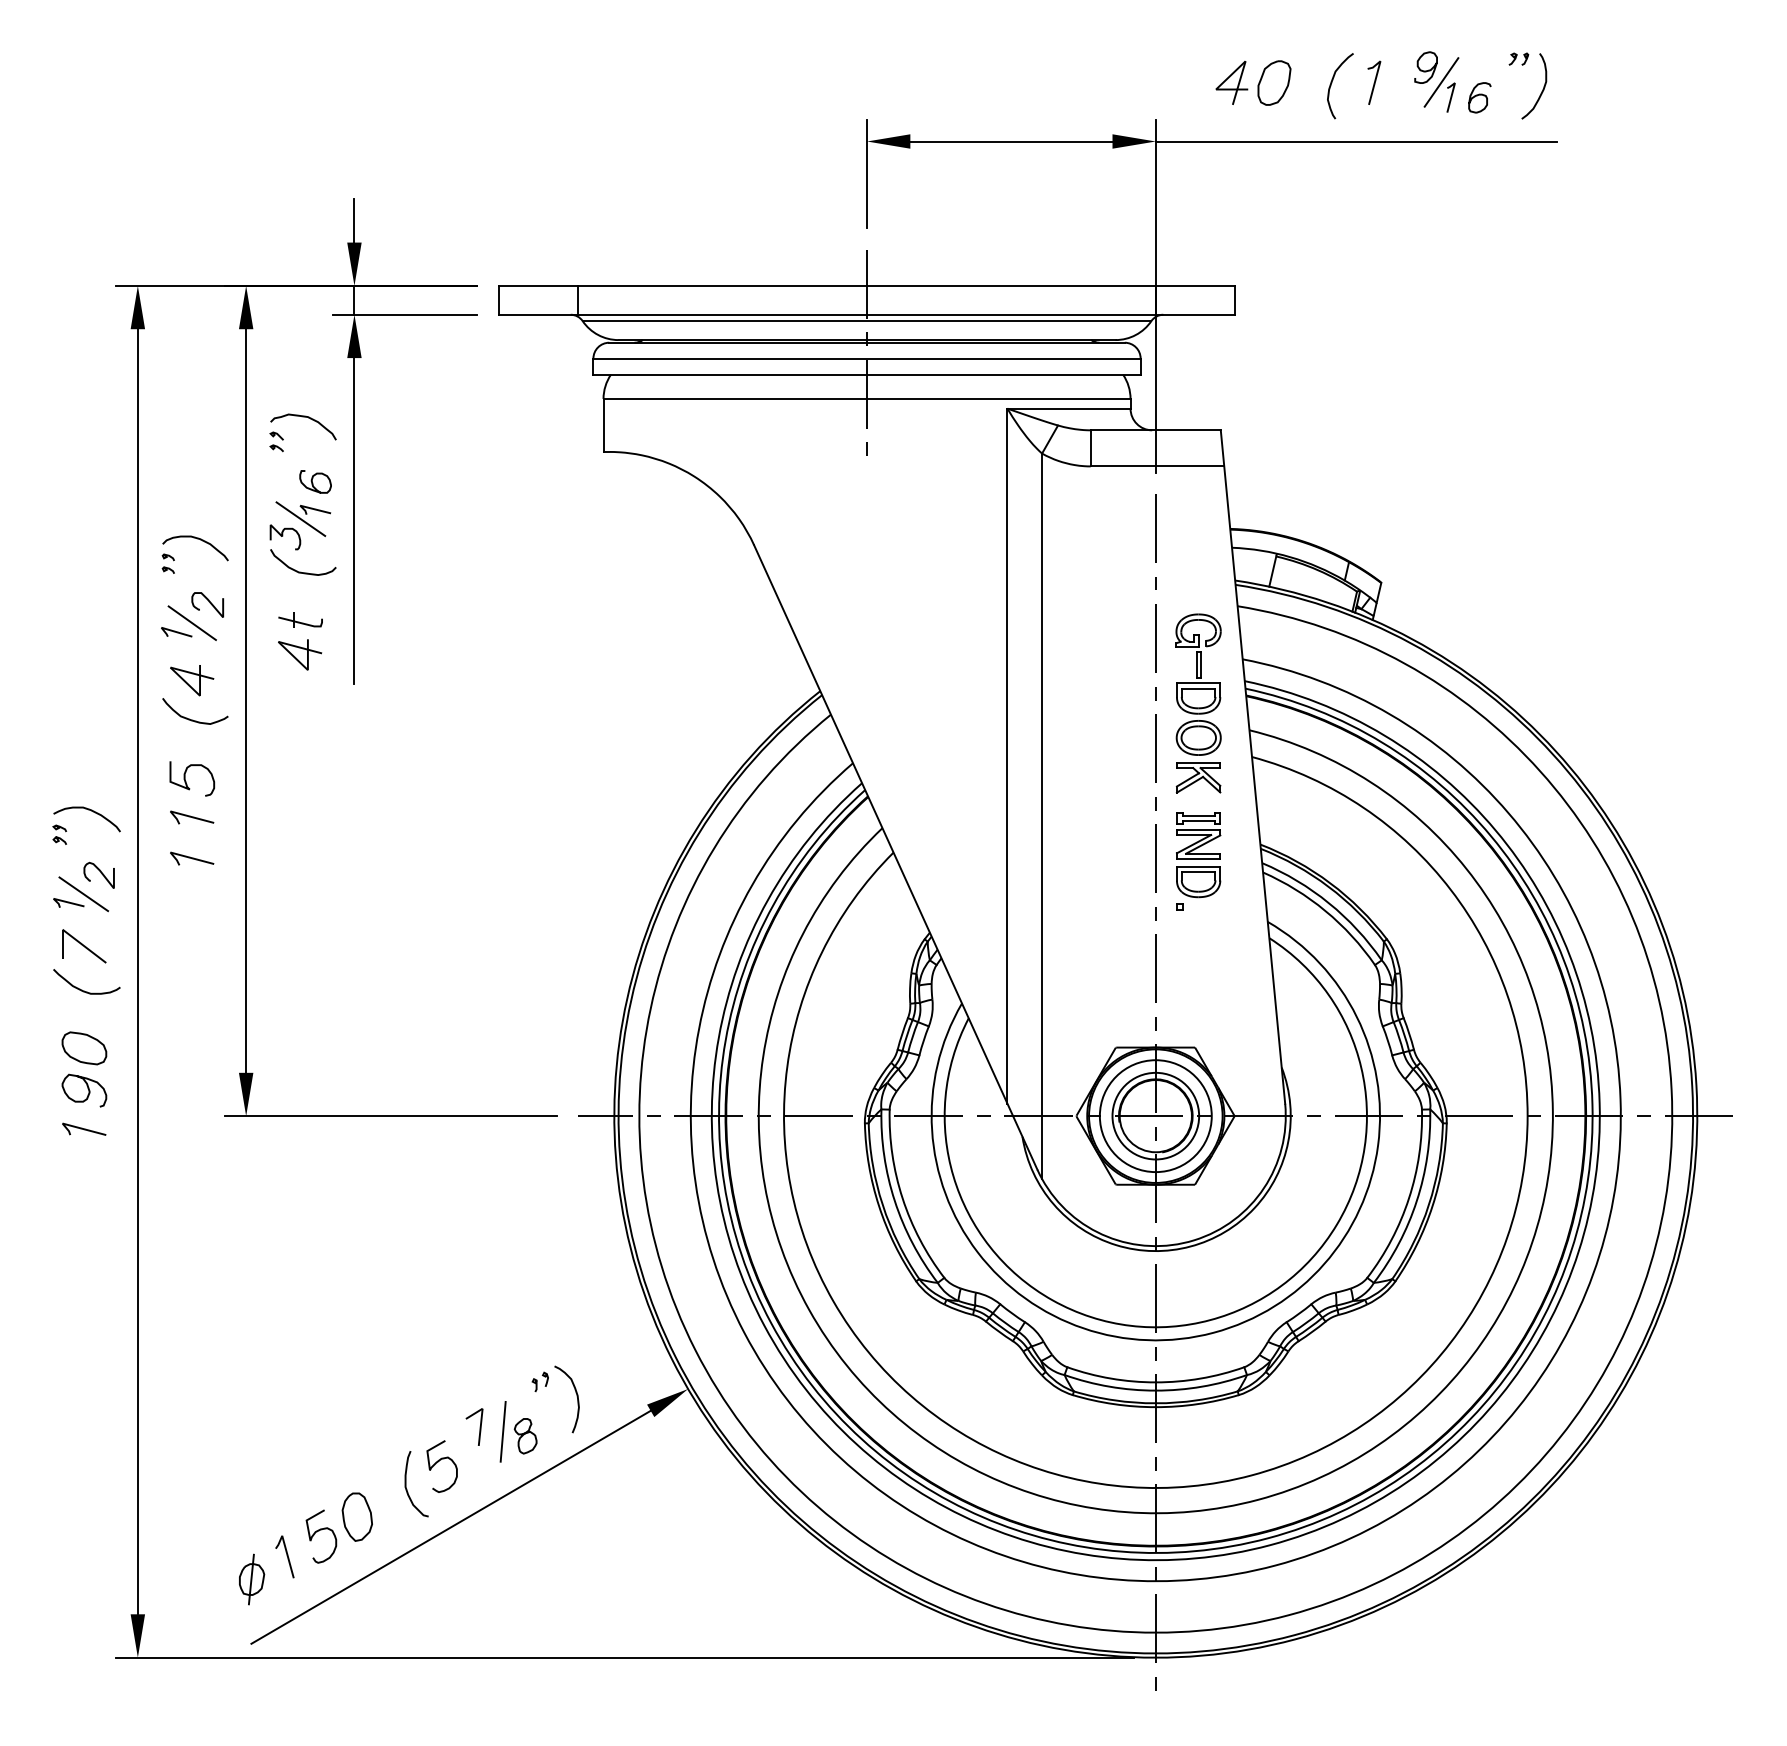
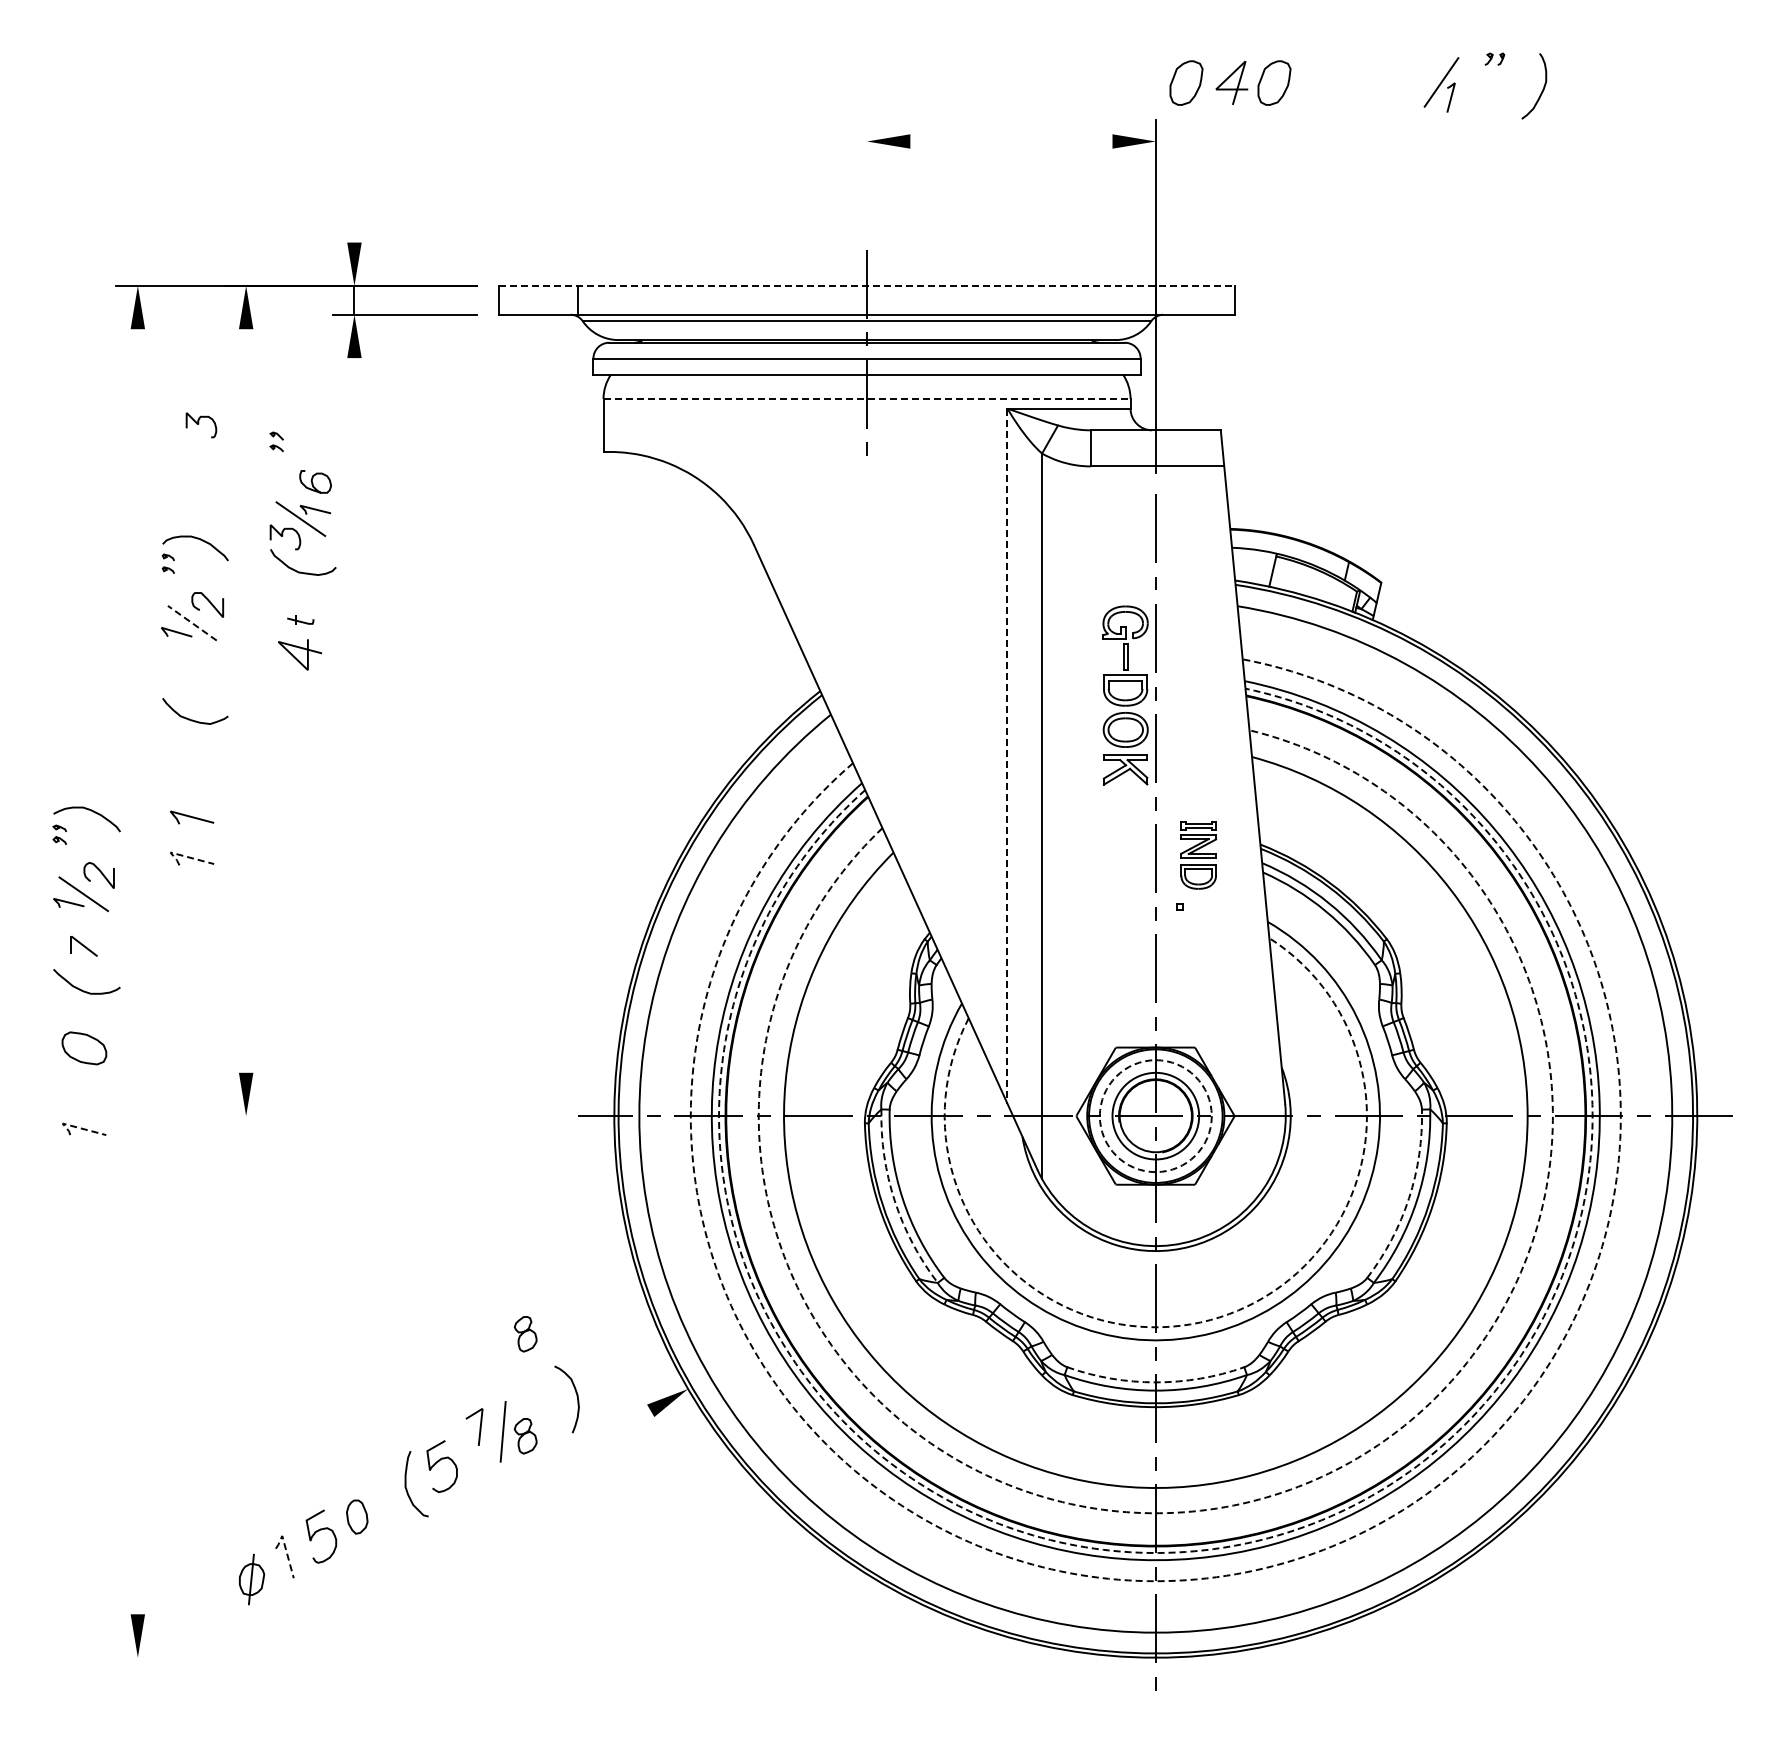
part at (1518, 58) position: (1518, 58) -> (1494, 58)
curve at (1425, 70): present -> none
part at (1186, 82): none -> present
line at (1374, 82): present -> none
curve at (1332, 83): present -> none
curve at (1479, 95): present -> none
line at (1011, 141): present -> none
line at (1355, 141): present -> none
line at (867, 173): present -> none
line at (354, 220): present -> none
line at (867, 285): solid -> dashed
line at (867, 398): solid -> dashed
curve at (303, 417): present -> none
curve at (199, 424): none -> present
line at (354, 521): present -> none
part at (300, 619) size: 45x16 px -> 28x10 px
line at (192, 623): solid -> dashed
part at (192, 680): present -> none
line at (246, 700): present -> none
part at (1198, 703) position: (1198, 703) -> (1125, 695)
line at (1007, 756): solid -> dashed
curve at (186, 781): present -> none
part at (1198, 855) size: 46x87 px -> 38x69 px
line at (183, 856): solid -> dashed
part at (84, 946) size: 45x35 px -> 28x21 px
line at (137, 971): present -> none
curve at (87, 1088): present -> none
line at (390, 1116): present -> none
circle at (1155, 1116): solid -> dashed
line at (75, 1127): solid -> dashed
arc at (1409, 1198): solid -> dashed
arc at (894, 1200): solid -> dashed
arc at (1210, 1320): solid -> dashed
part at (525, 1334): none -> present
part at (539, 1381): present -> none
arc at (1155, 1382): solid -> dashed
arc at (1258, 1499): solid -> dashed
part at (356, 1516) size: 32x50 px -> 23x36 px
line at (450, 1526): present -> none
arc at (1268, 1538): solid -> dashed
line at (285, 1549): solid -> dashed
arc at (1275, 1565): solid -> dashed
line at (625, 1657): present -> none
